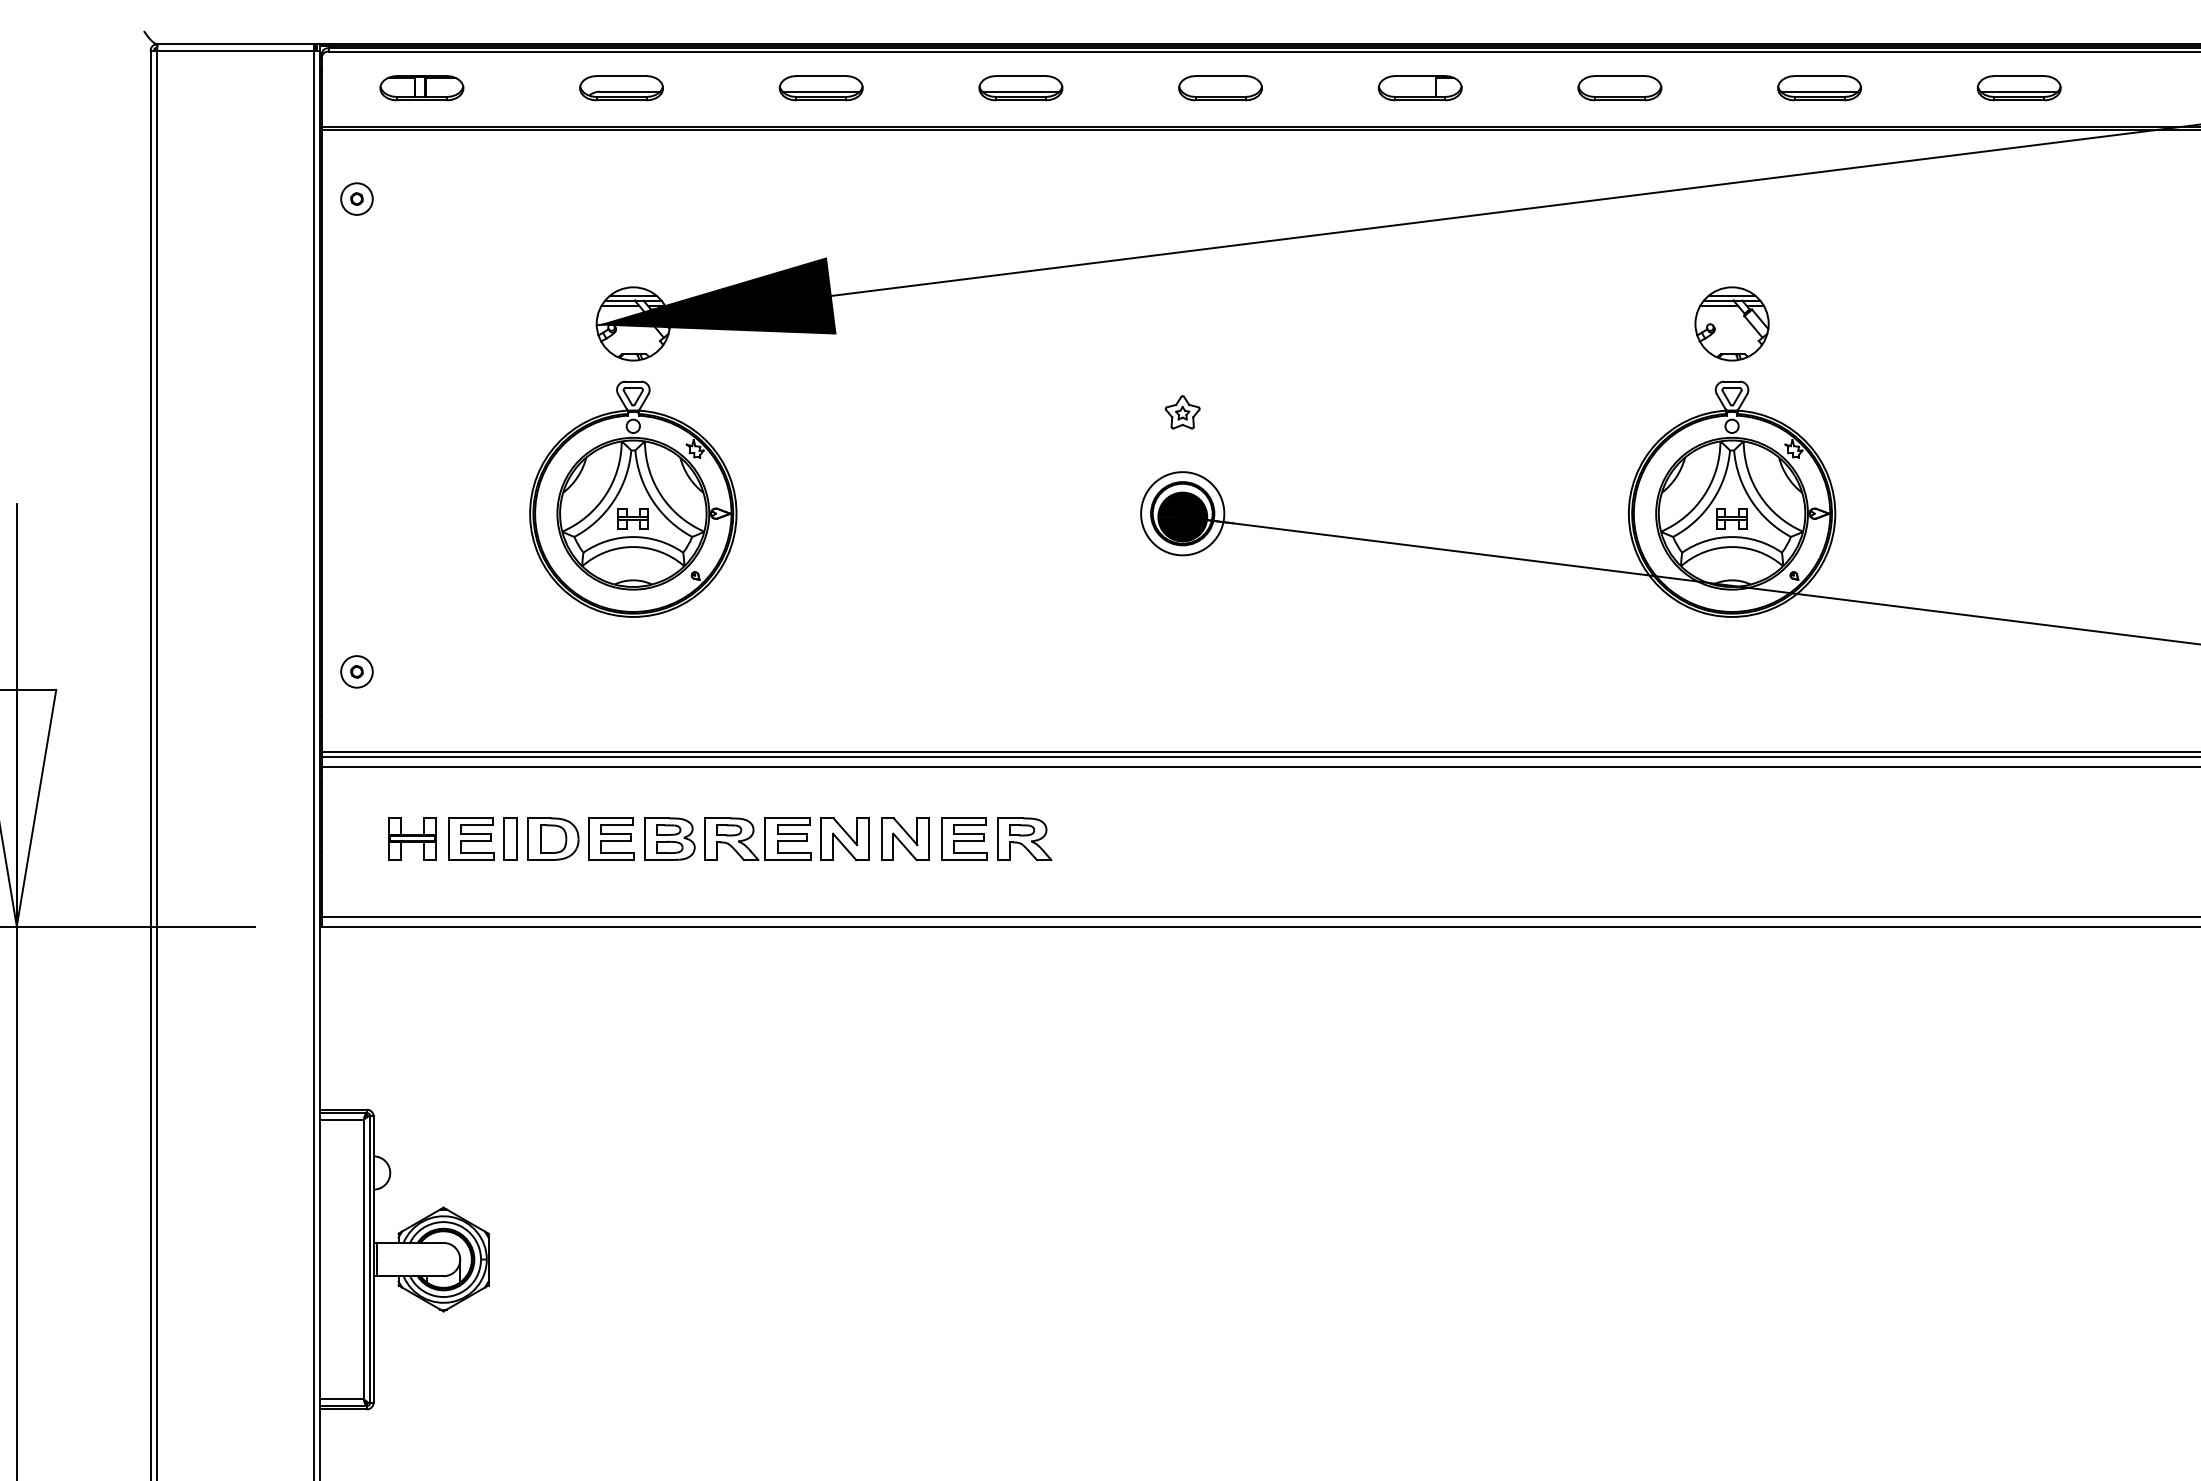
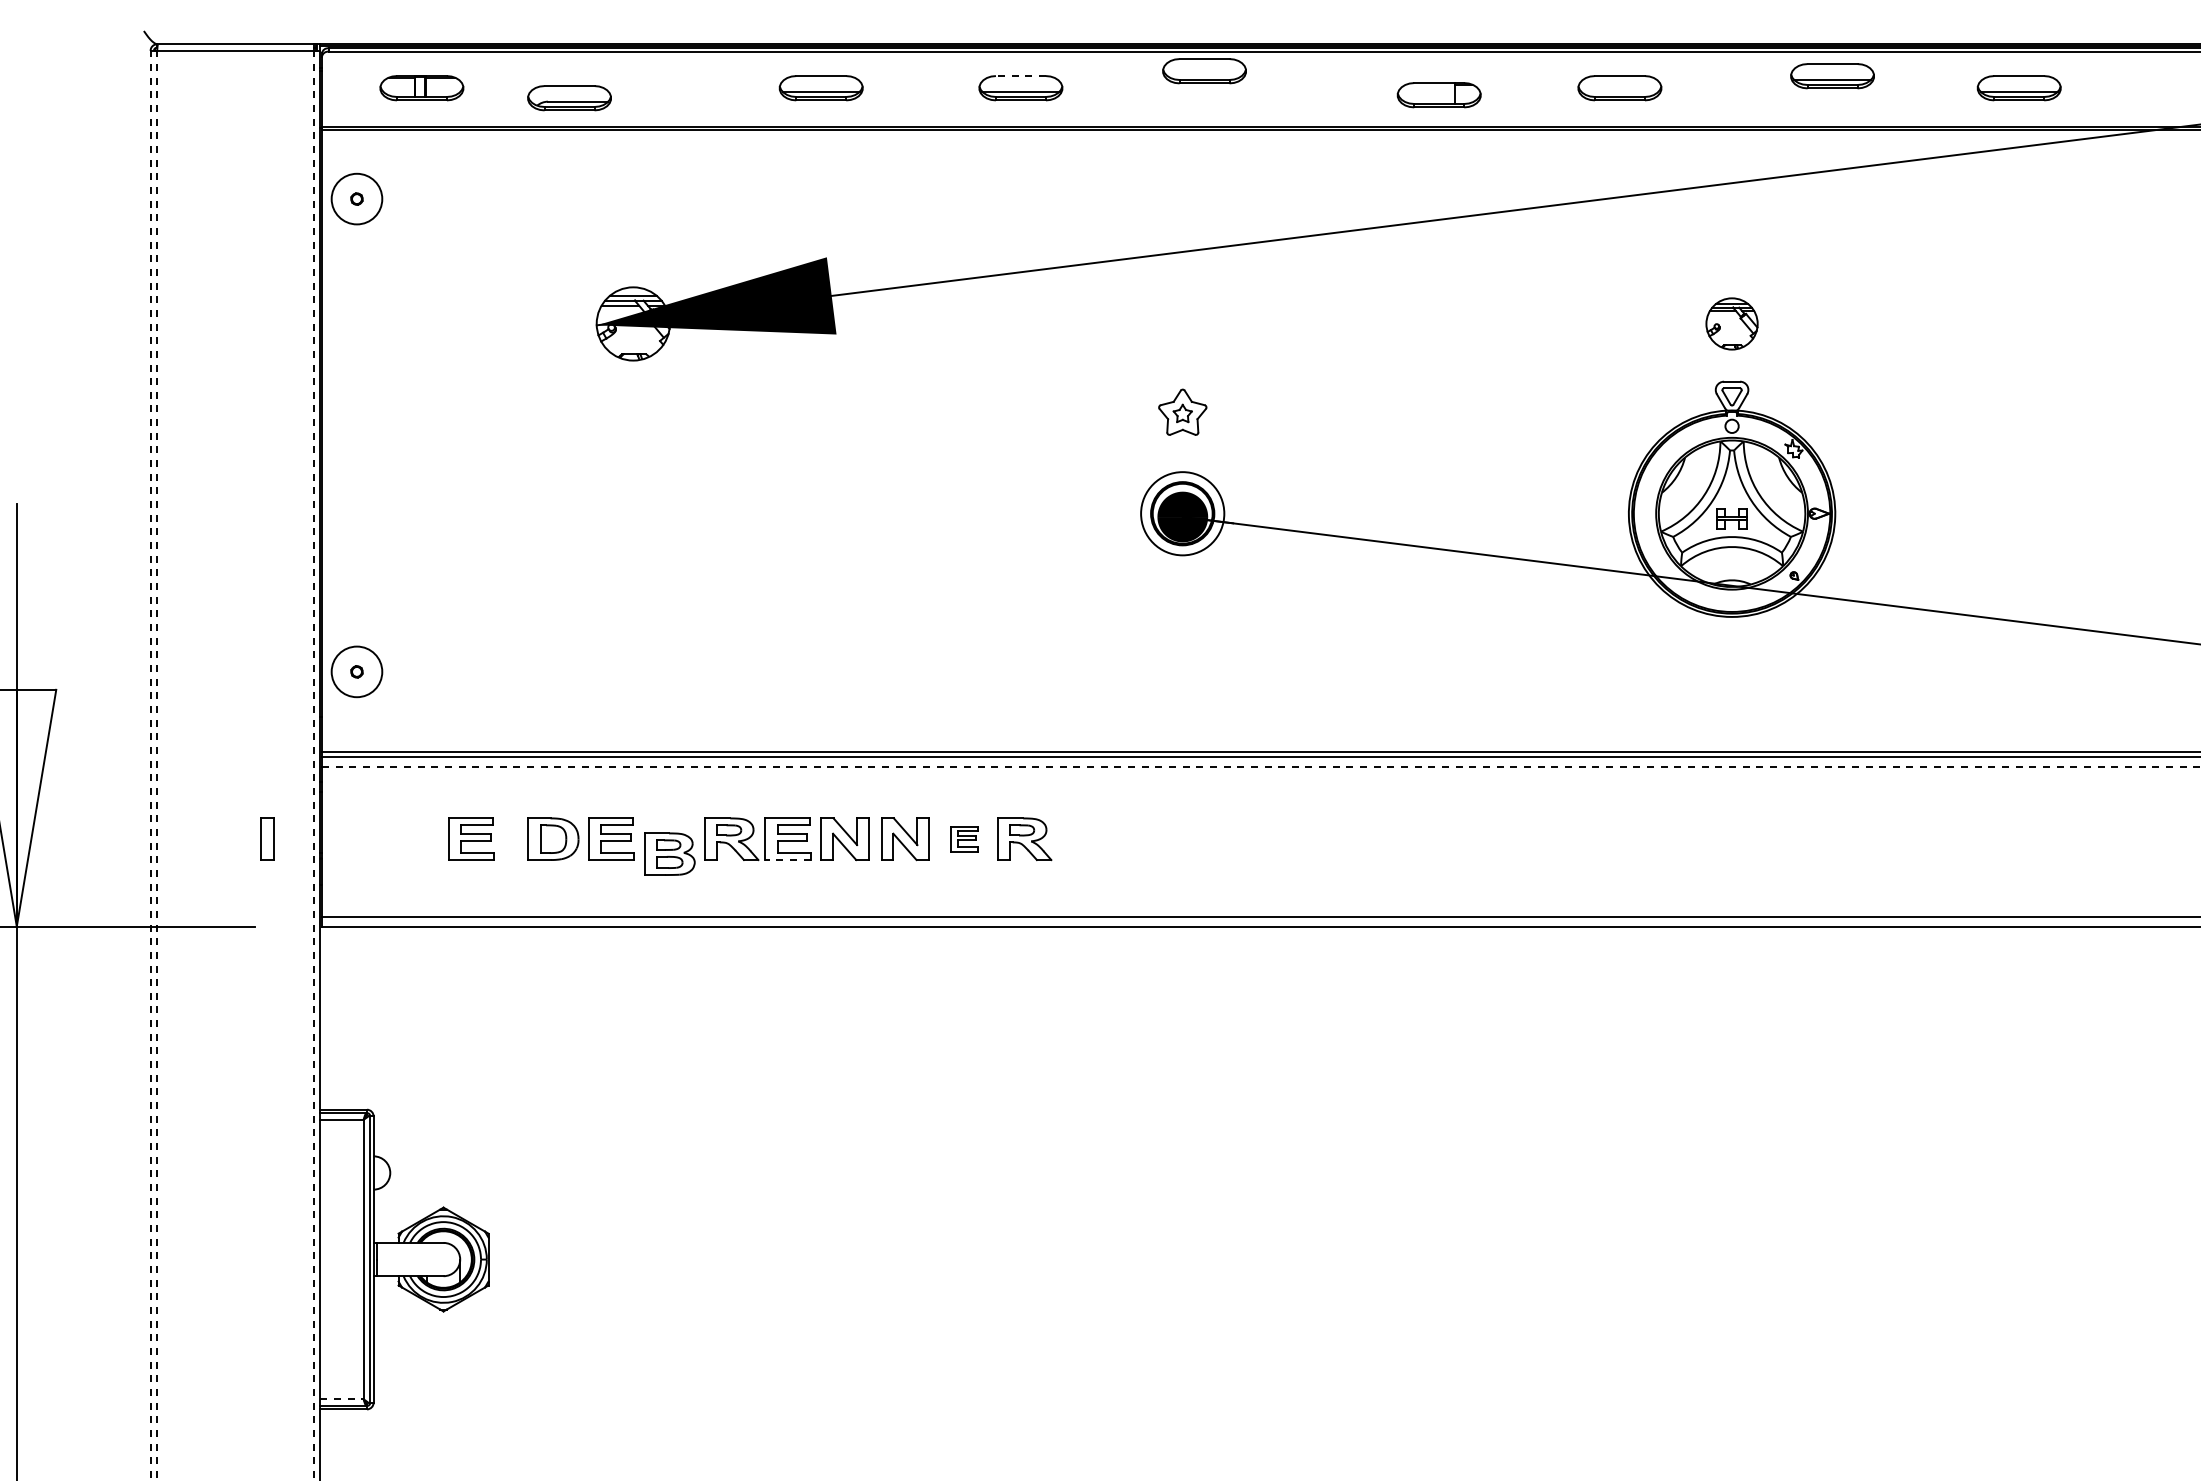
line at (1020, 76): solid -> dashed
part at (621, 88) position: (621, 88) -> (569, 98)
part at (1220, 88) position: (1220, 88) -> (1204, 71)
part at (1419, 88) position: (1419, 88) -> (1438, 95)
part at (1819, 88) position: (1819, 88) -> (1832, 76)
circle at (356, 198) diameter: 32 px -> 51 px
part at (1731, 323) size: 76x76 px -> 54x54 px
part at (1182, 412) size: 37x35 px -> 50x48 px
part at (633, 498): present -> none
circle at (356, 671) diameter: 32 px -> 51 px
line at (150, 765): solid -> dashed
line at (157, 765): solid -> dashed
line at (313, 765): solid -> dashed
line at (1261, 766): solid -> dashed
part at (412, 838): present -> none
part at (510, 838) position: (510, 838) -> (267, 838)
part at (669, 838) position: (669, 838) -> (669, 853)
part at (964, 838) size: 47x44 px -> 29x27 px
line at (788, 860): solid -> dashed
line at (342, 1399): solid -> dashed
